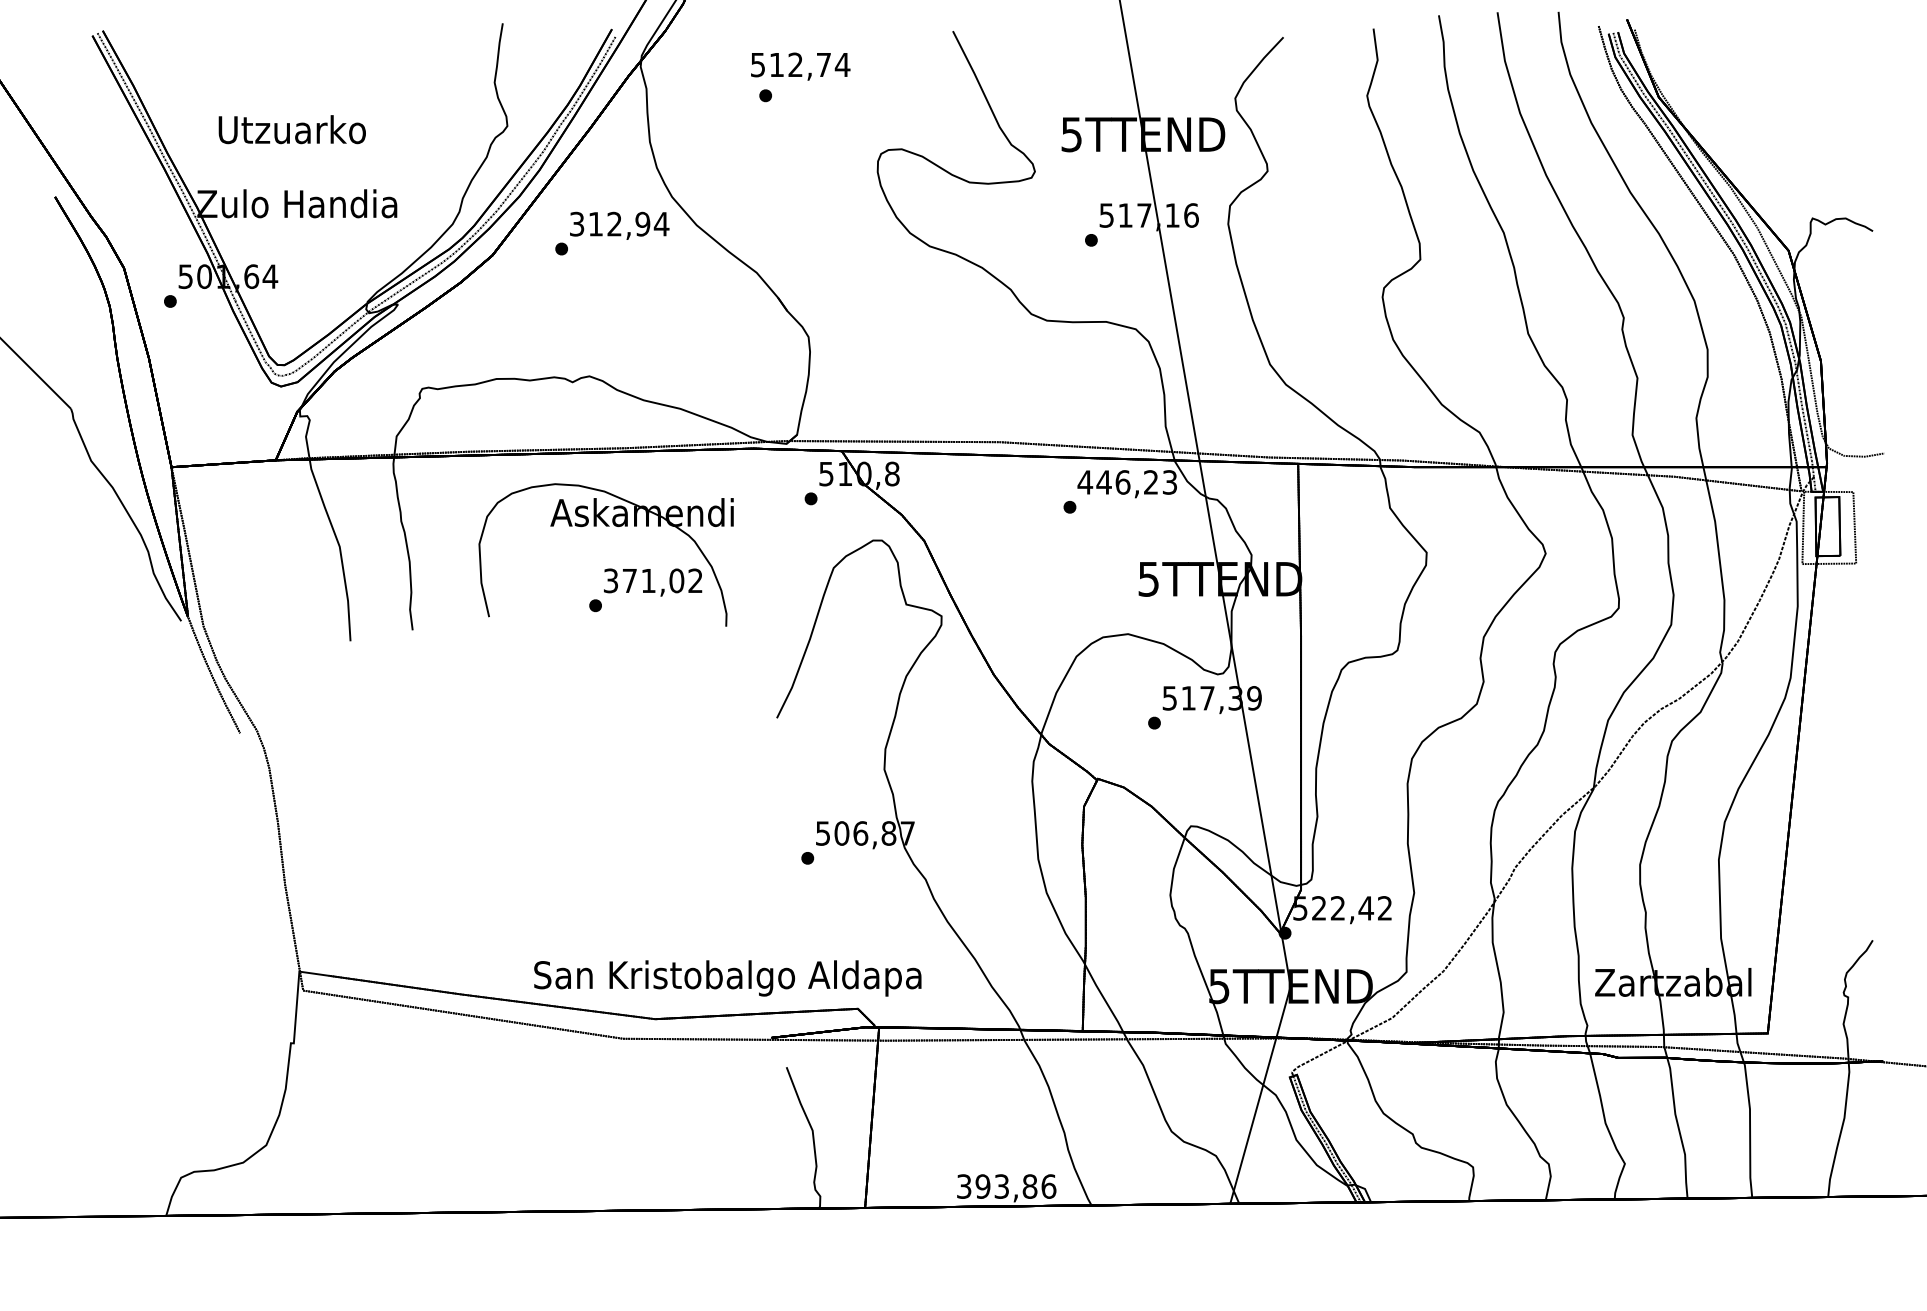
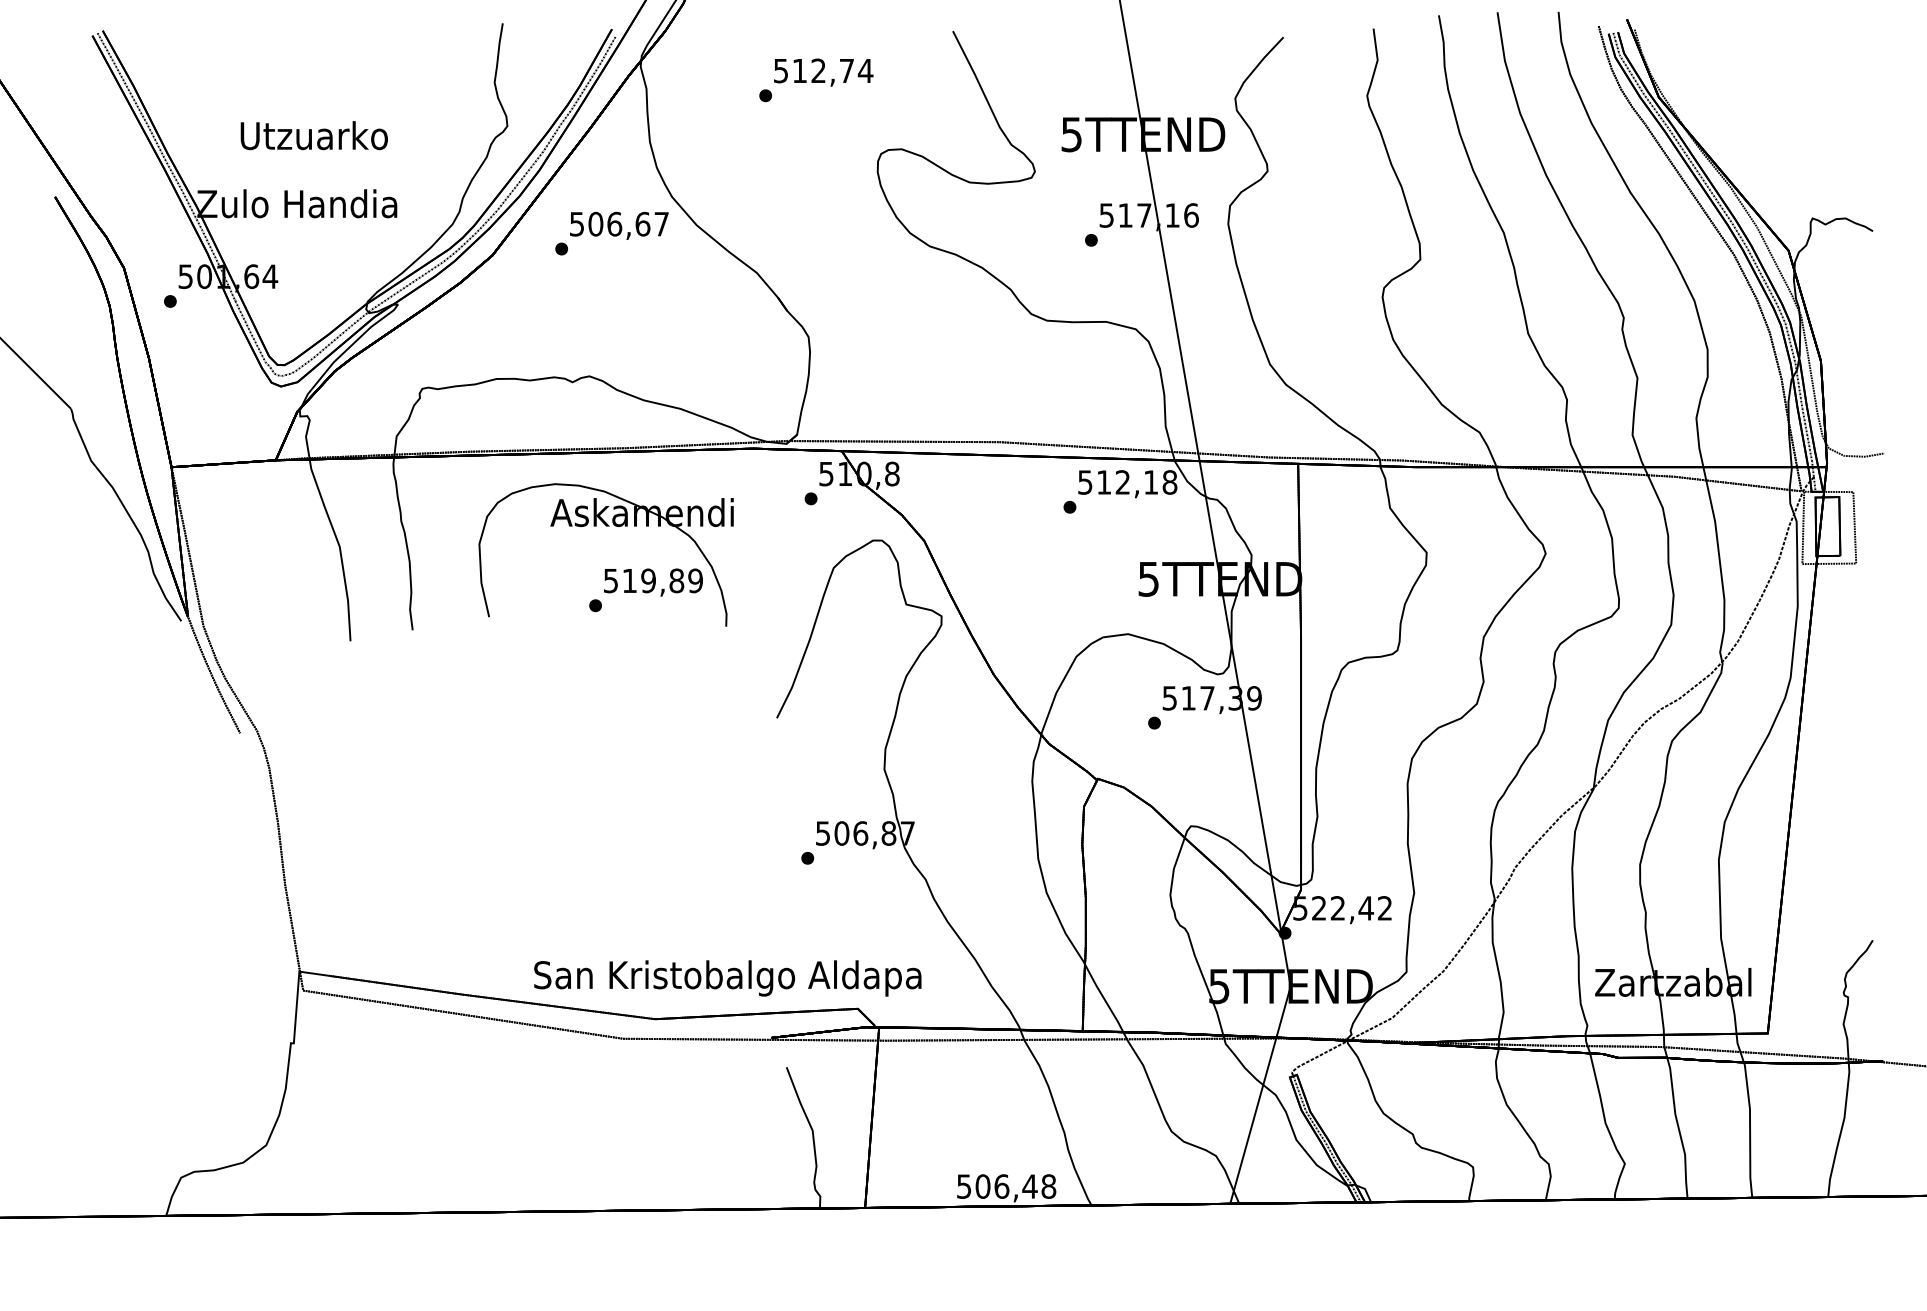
text at (800, 66) position: (800, 66) -> (823, 72)
text at (291, 129) position: (291, 129) -> (313, 135)
text at (619, 223): 312,94 -> 506,67
text at (1127, 482): 446,23 -> 512,18
text at (653, 580): 371,02 -> 519,89
text at (1006, 1186): 393,86 -> 506,48
